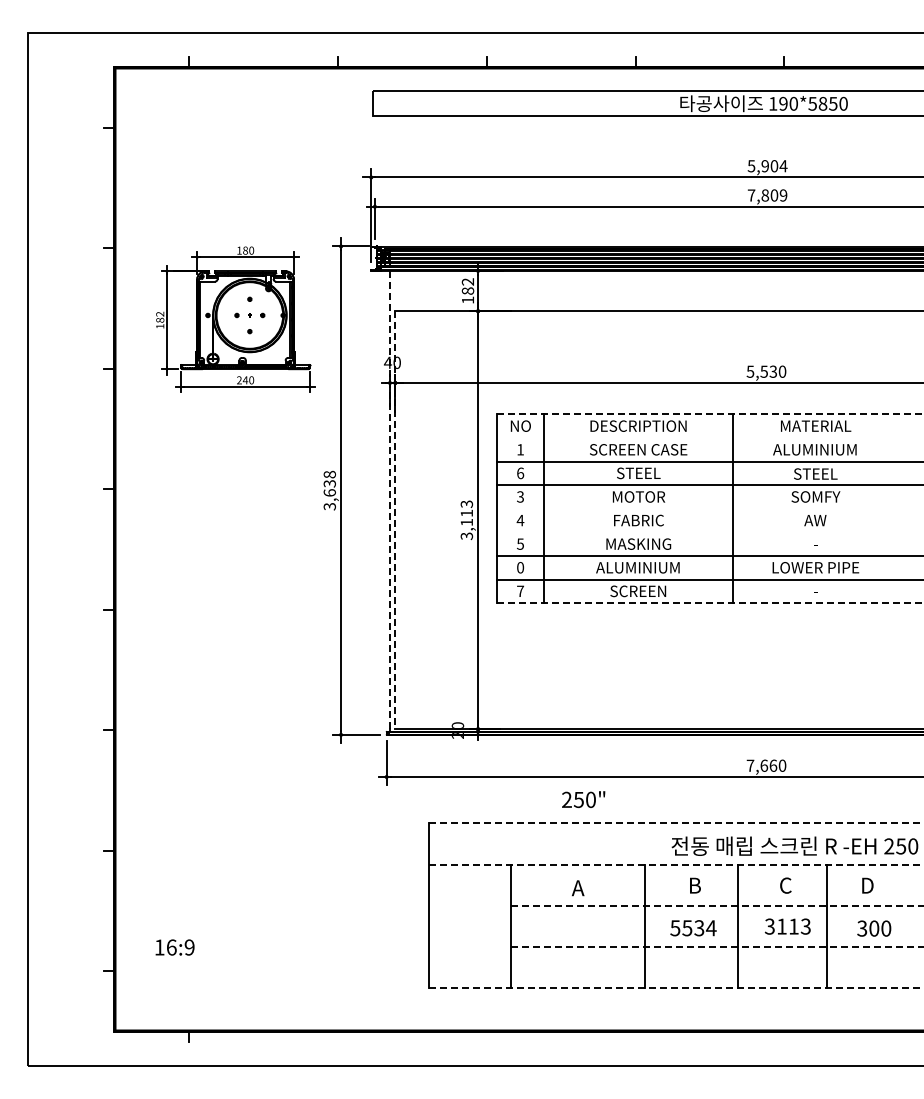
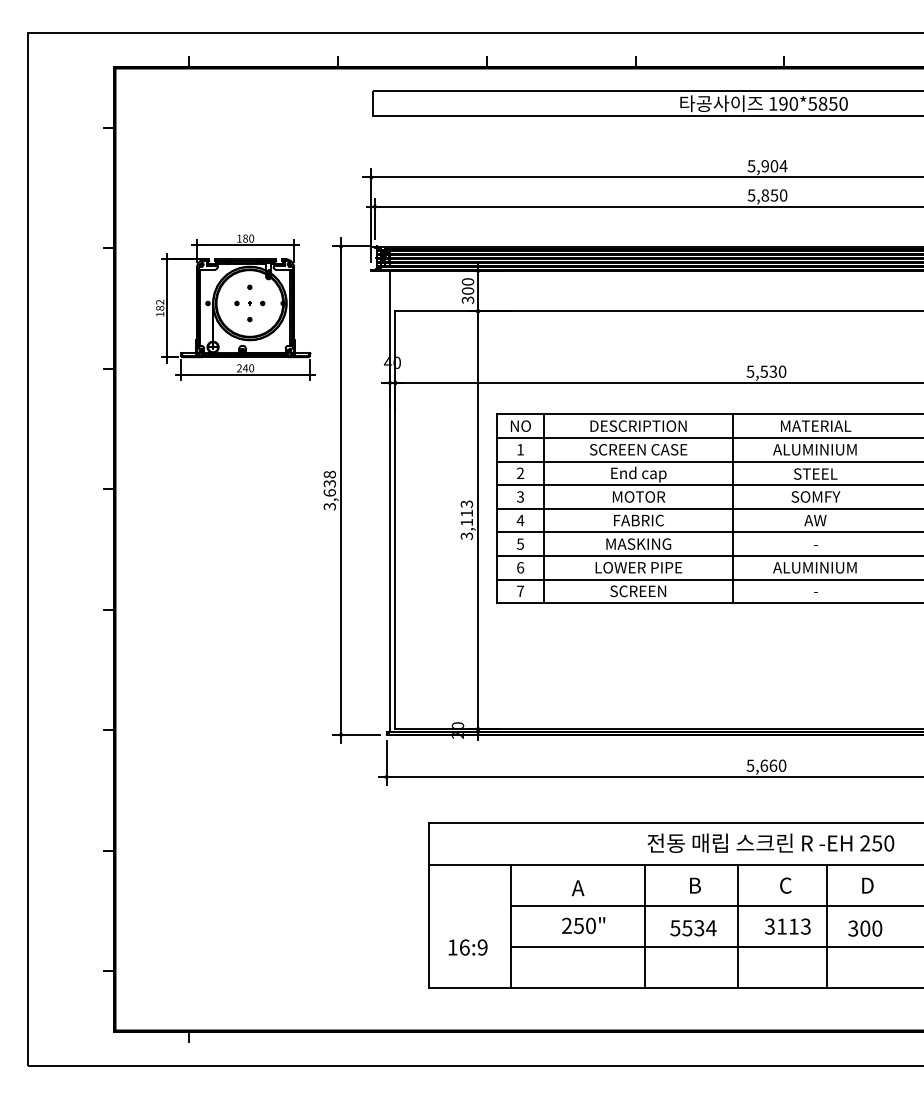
text at (767, 195): 7,809 -> 5,850
text at (467, 291): 182 -> 300
part at (235, 319) position: (235, 319) -> (235, 307)
line at (710, 414): dashed -> solid
line at (708, 437): none -> present
text at (520, 473): 6 -> 2
text at (638, 474): STEEL -> End cap
line at (389, 501): dashed -> solid
line at (708, 508): none -> present
line at (395, 520): dashed -> solid
line at (708, 532): none -> present
text at (520, 567): 0 -> 6
text at (638, 567): ALUMINIUM -> LOWER PIPE
text at (815, 567): LOWER PIPE -> ALUMINIUM
line at (710, 603): dashed -> solid
text at (750, 765): 7,660 -> 5,660
text at (583, 799) position: (583, 799) -> (583, 925)
line at (676, 823): dashed -> solid
text at (794, 845) position: (794, 845) -> (770, 842)
line at (676, 864): dashed -> solid
line at (717, 905): dashed -> solid
text at (874, 928) position: (874, 928) -> (865, 928)
text at (174, 947) position: (174, 947) -> (467, 947)
line at (717, 947): dashed -> solid
line at (676, 988): dashed -> solid
